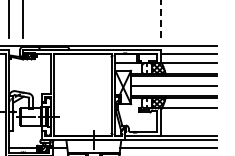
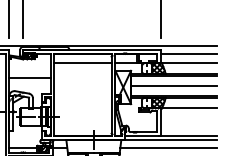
line at (160, 19): dashed -> solid
line at (82, 63): none -> present
line at (29, 77): none -> present
